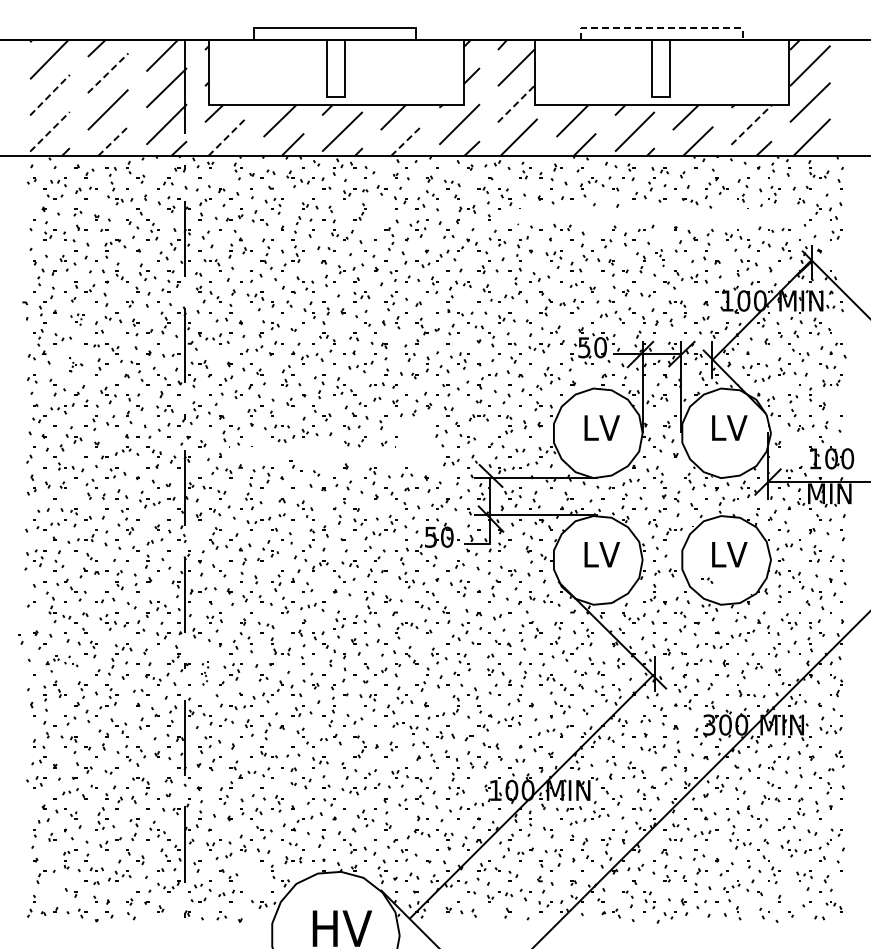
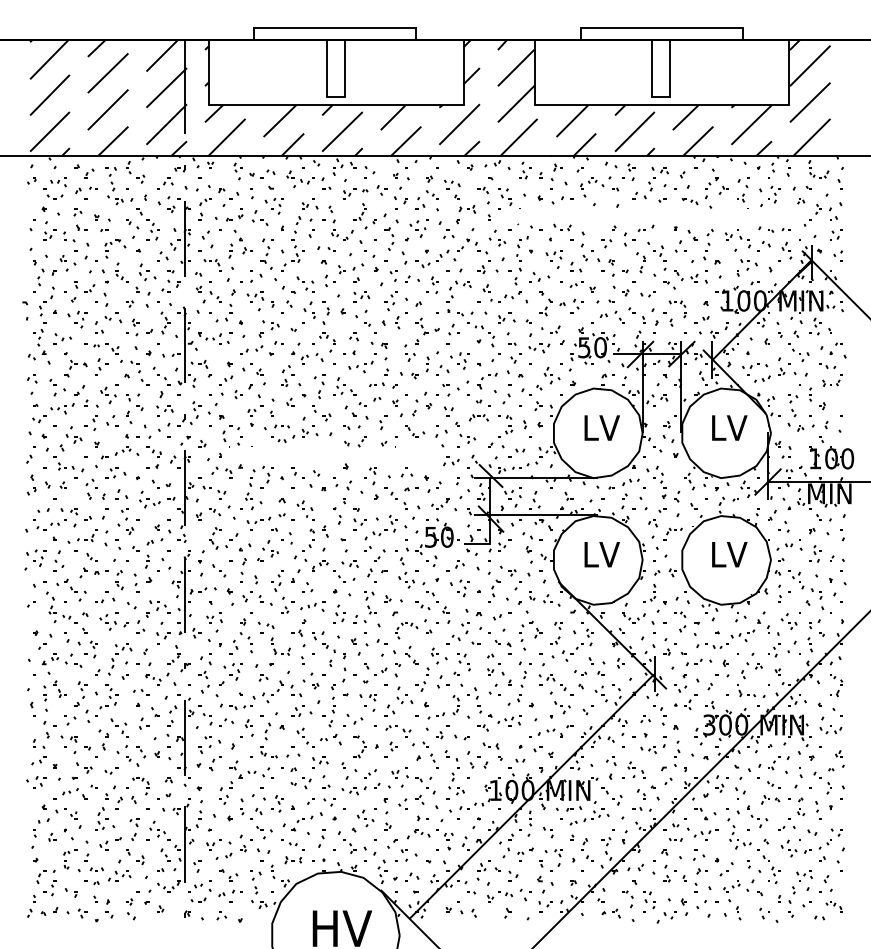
line at (661, 28): dashed -> solid
line at (108, 72): dashed -> solid
line at (50, 94): dashed -> solid
line at (516, 103): dashed -> solid
line at (752, 124): dashed -> solid
line at (50, 131): dashed -> solid
line at (227, 137): dashed -> solid
line at (113, 140): dashed -> solid
line at (406, 140): dashed -> solid
part at (375, 221): none -> present
part at (838, 255): none -> present
part at (659, 257) size: 10x18 px -> 14x26 px
part at (77, 319) size: 15x13 px -> 21x19 px
part at (76, 364) size: 15x16 px -> 24x26 px
part at (415, 431): none -> present
part at (786, 452): none -> present
part at (295, 465) position: (295, 465) -> (297, 472)
part at (707, 580): present -> none
part at (339, 619) position: (339, 619) -> (339, 613)
part at (20, 639): present -> none
part at (61, 663) size: 34x18 px -> 42x22 px
part at (205, 673) size: 9x25 px -> 14x41 px
part at (405, 728) position: (405, 728) -> (398, 731)
part at (462, 737) size: 23x9 px -> 16x7 px
part at (255, 882): none -> present
part at (49, 888): none -> present
part at (791, 894): none -> present
